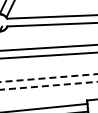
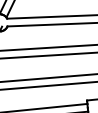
line at (48, 78): dashed -> solid
line at (49, 85): dashed -> solid
